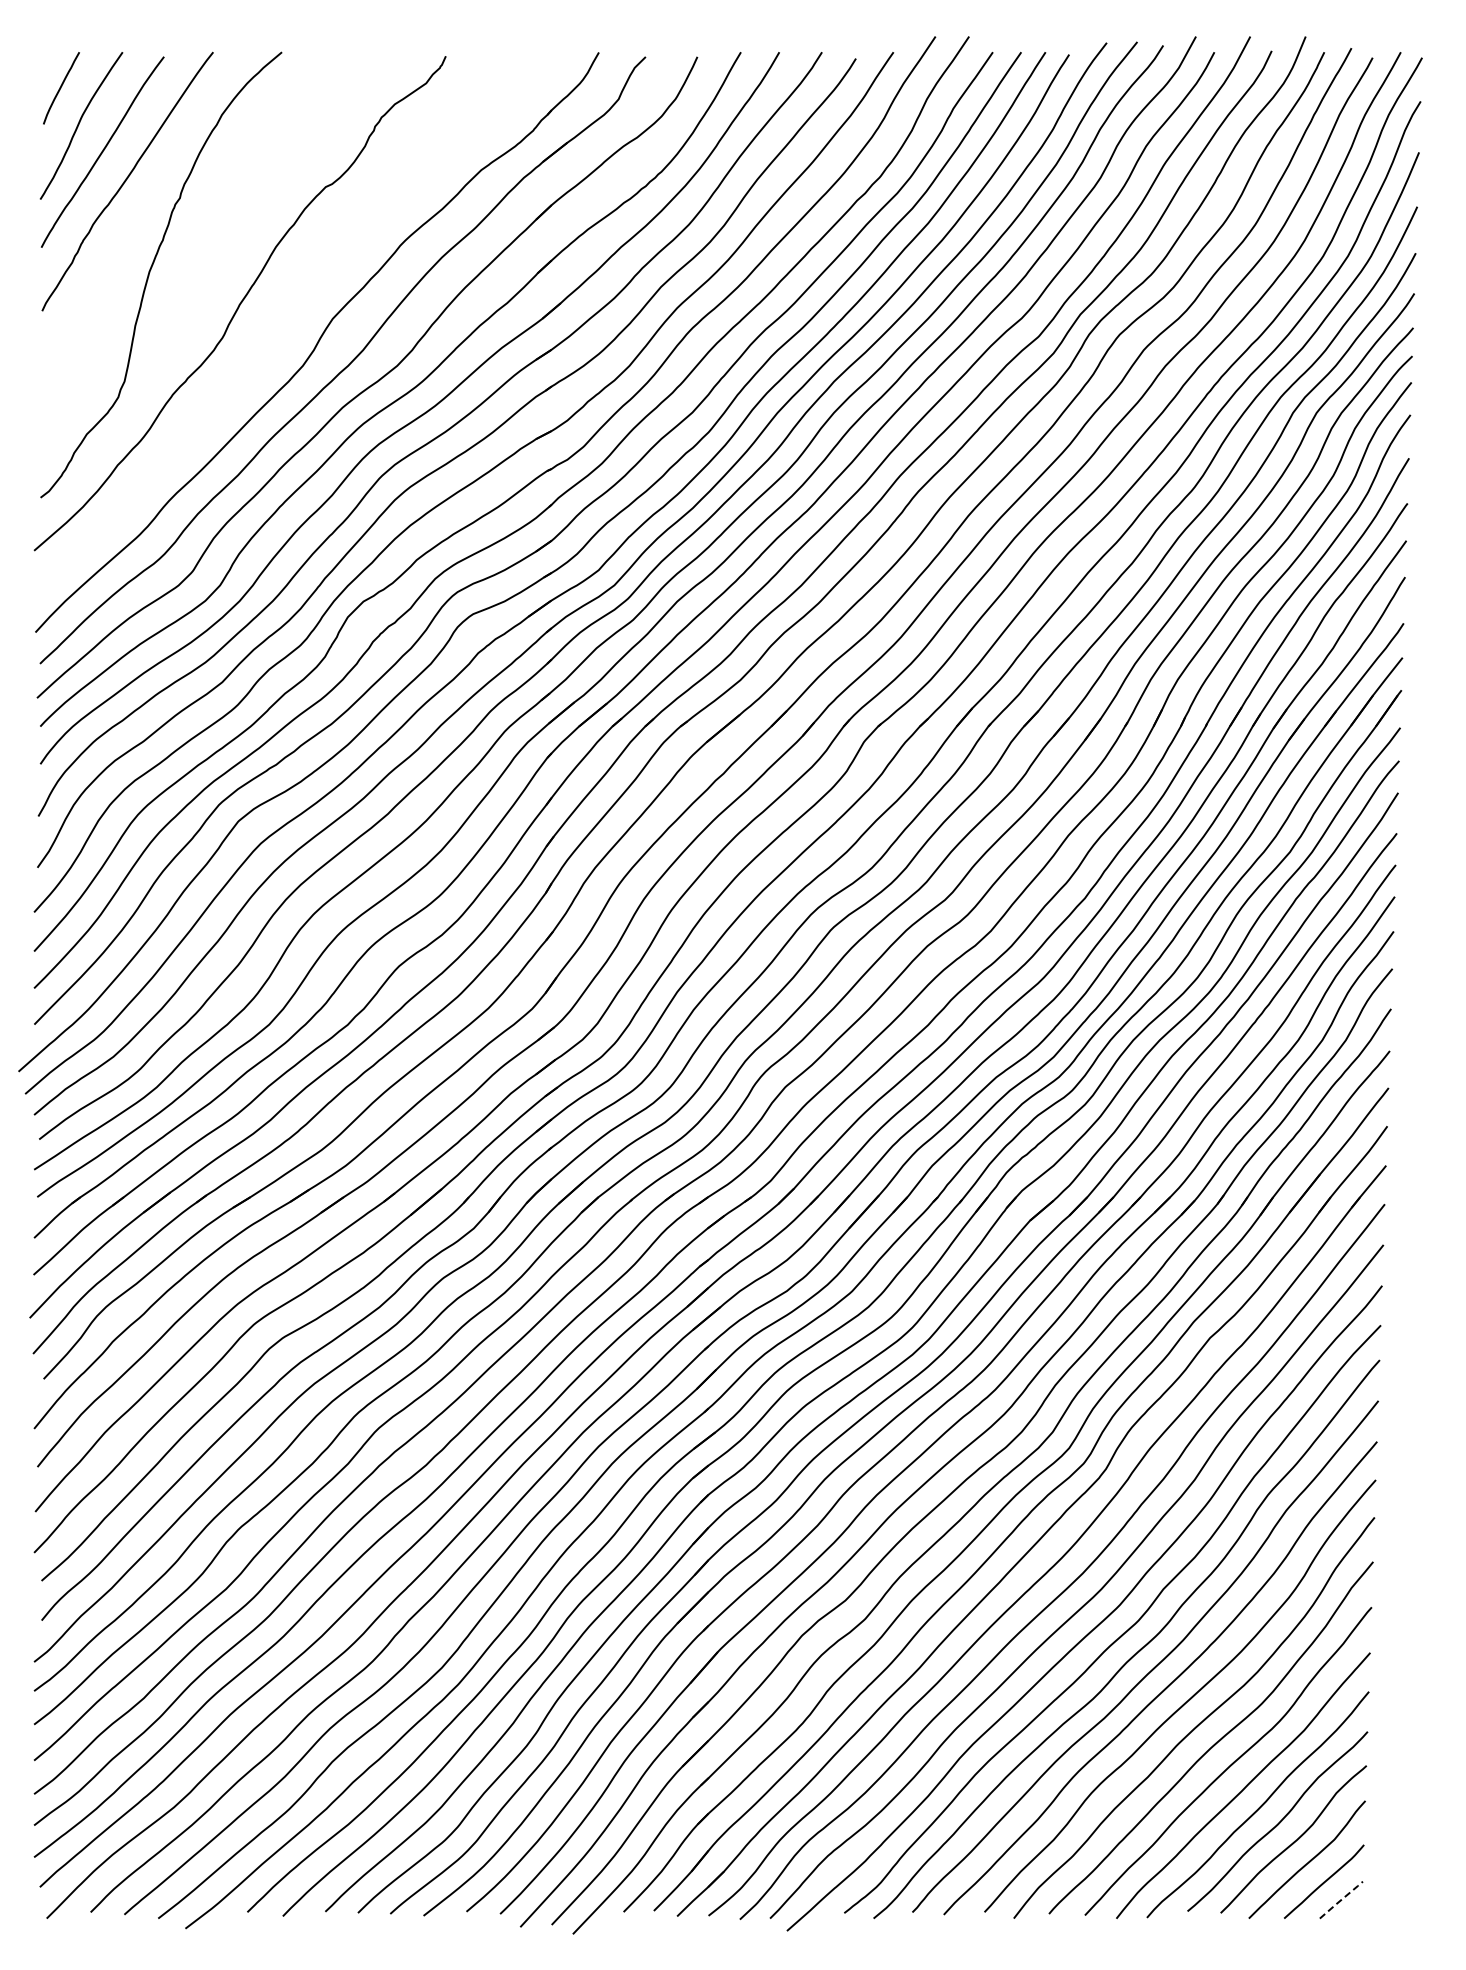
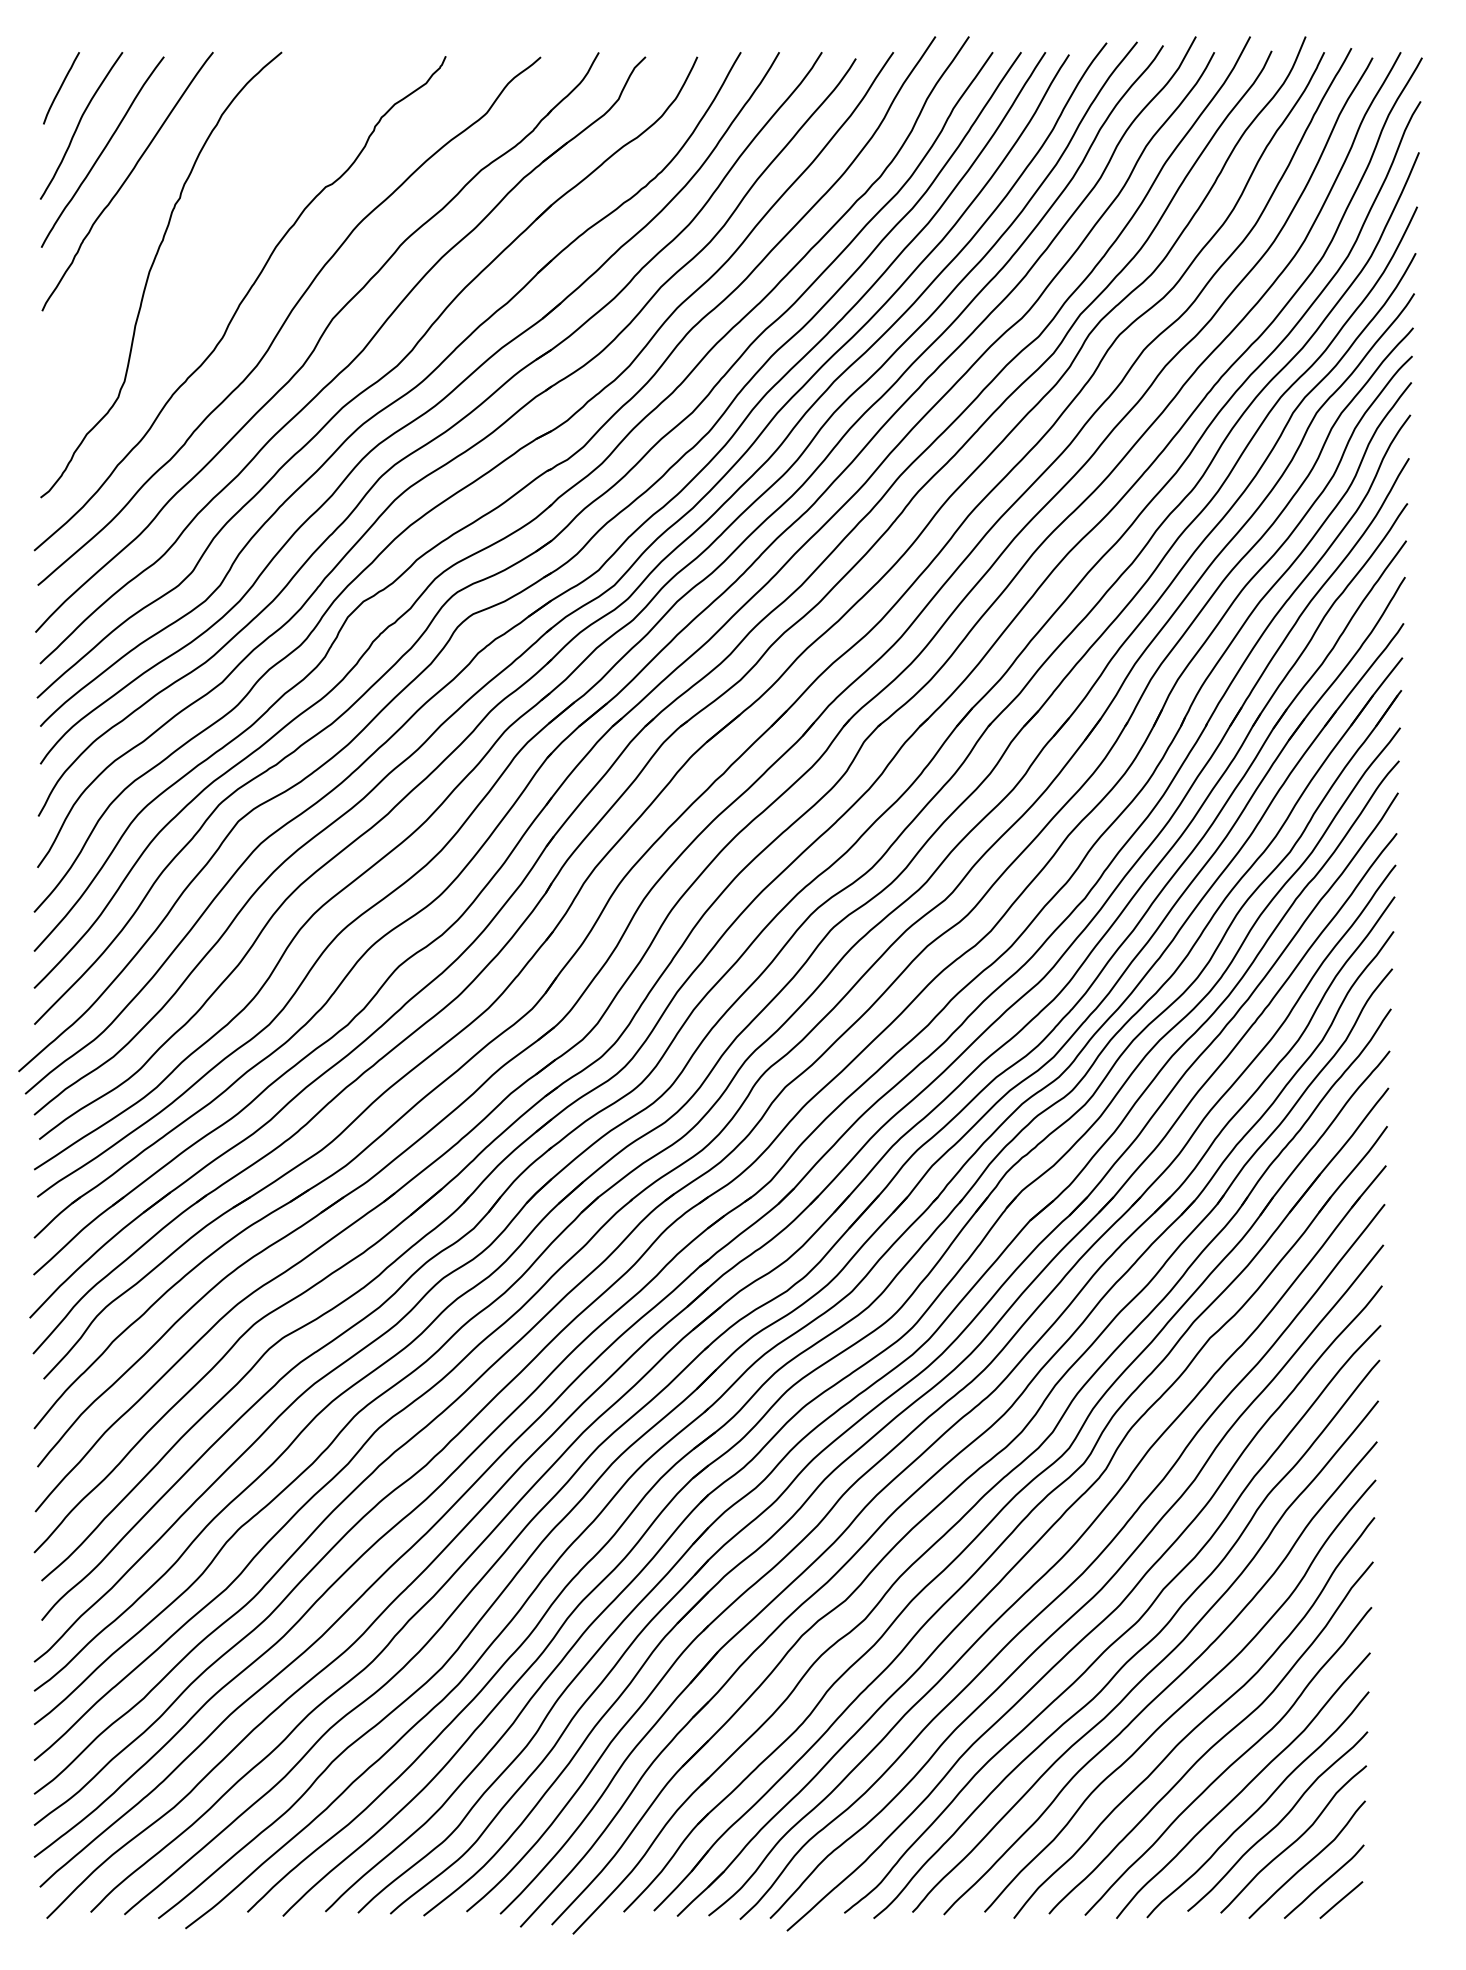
curve at (288, 318): none -> present
line at (1341, 1900): dashed -> solid
